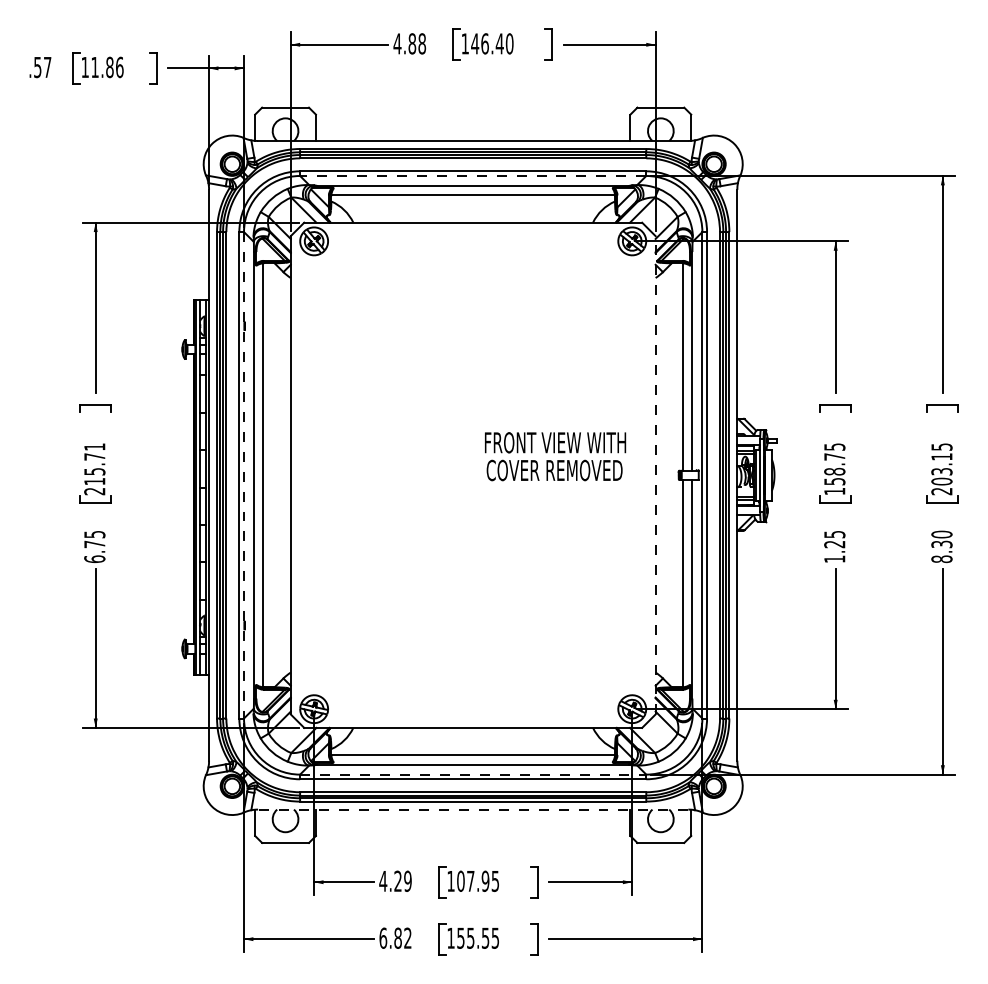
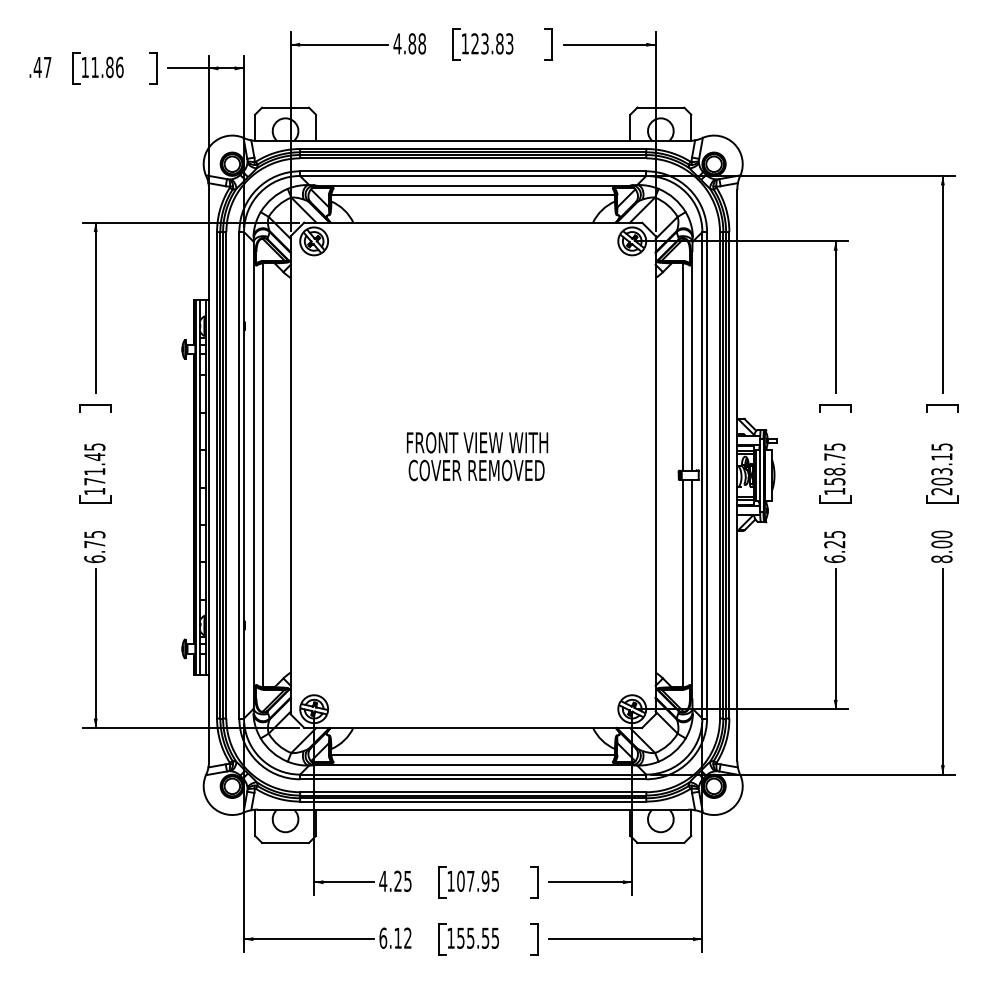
text at (492, 43): 146.40 -> 123.83
text at (37, 67): .57 -> .47
line at (472, 175): dashed -> solid
text at (555, 456) position: (555, 456) -> (477, 456)
text at (94, 469): 215.71 -> 171.45
line at (655, 474): dashed -> solid
line at (244, 475): dashed -> solid
text at (941, 544): 8.30 -> 8.00
text at (834, 559): 1.25 -> 6.25
line at (473, 774): dashed -> solid
line at (472, 809): dashed -> solid
text at (407, 880): 4.29 -> 4.25
text at (397, 937): 6.82 -> 6.12
